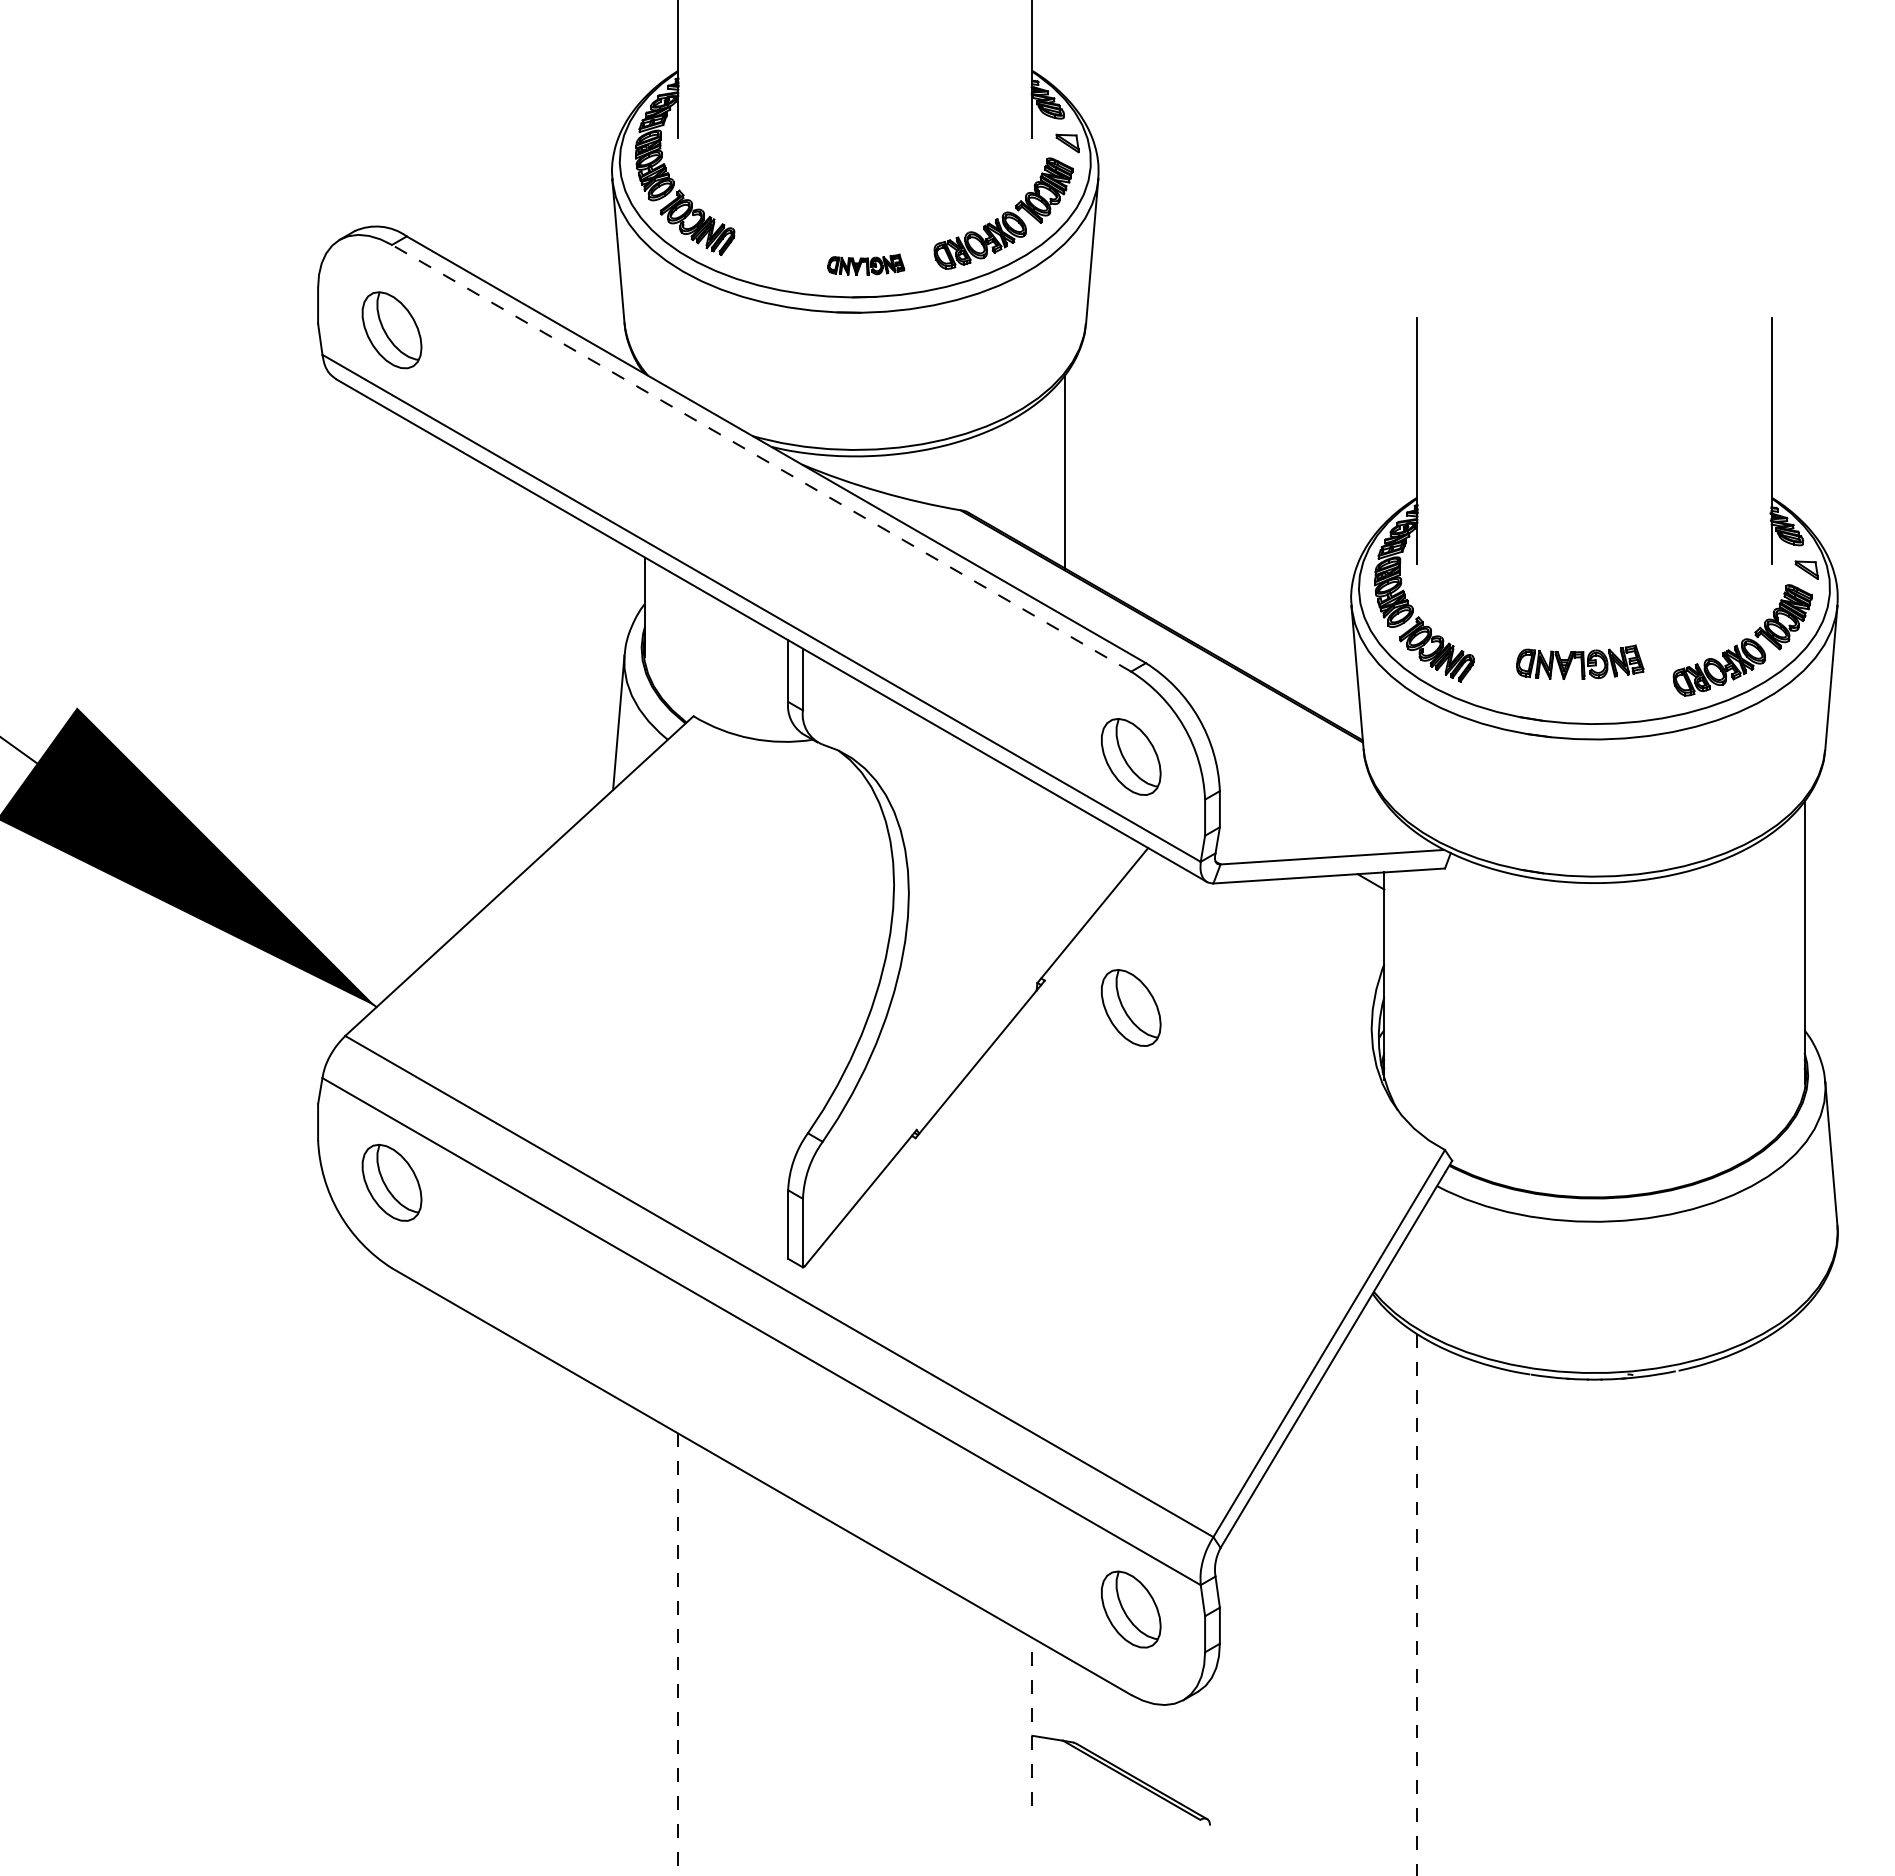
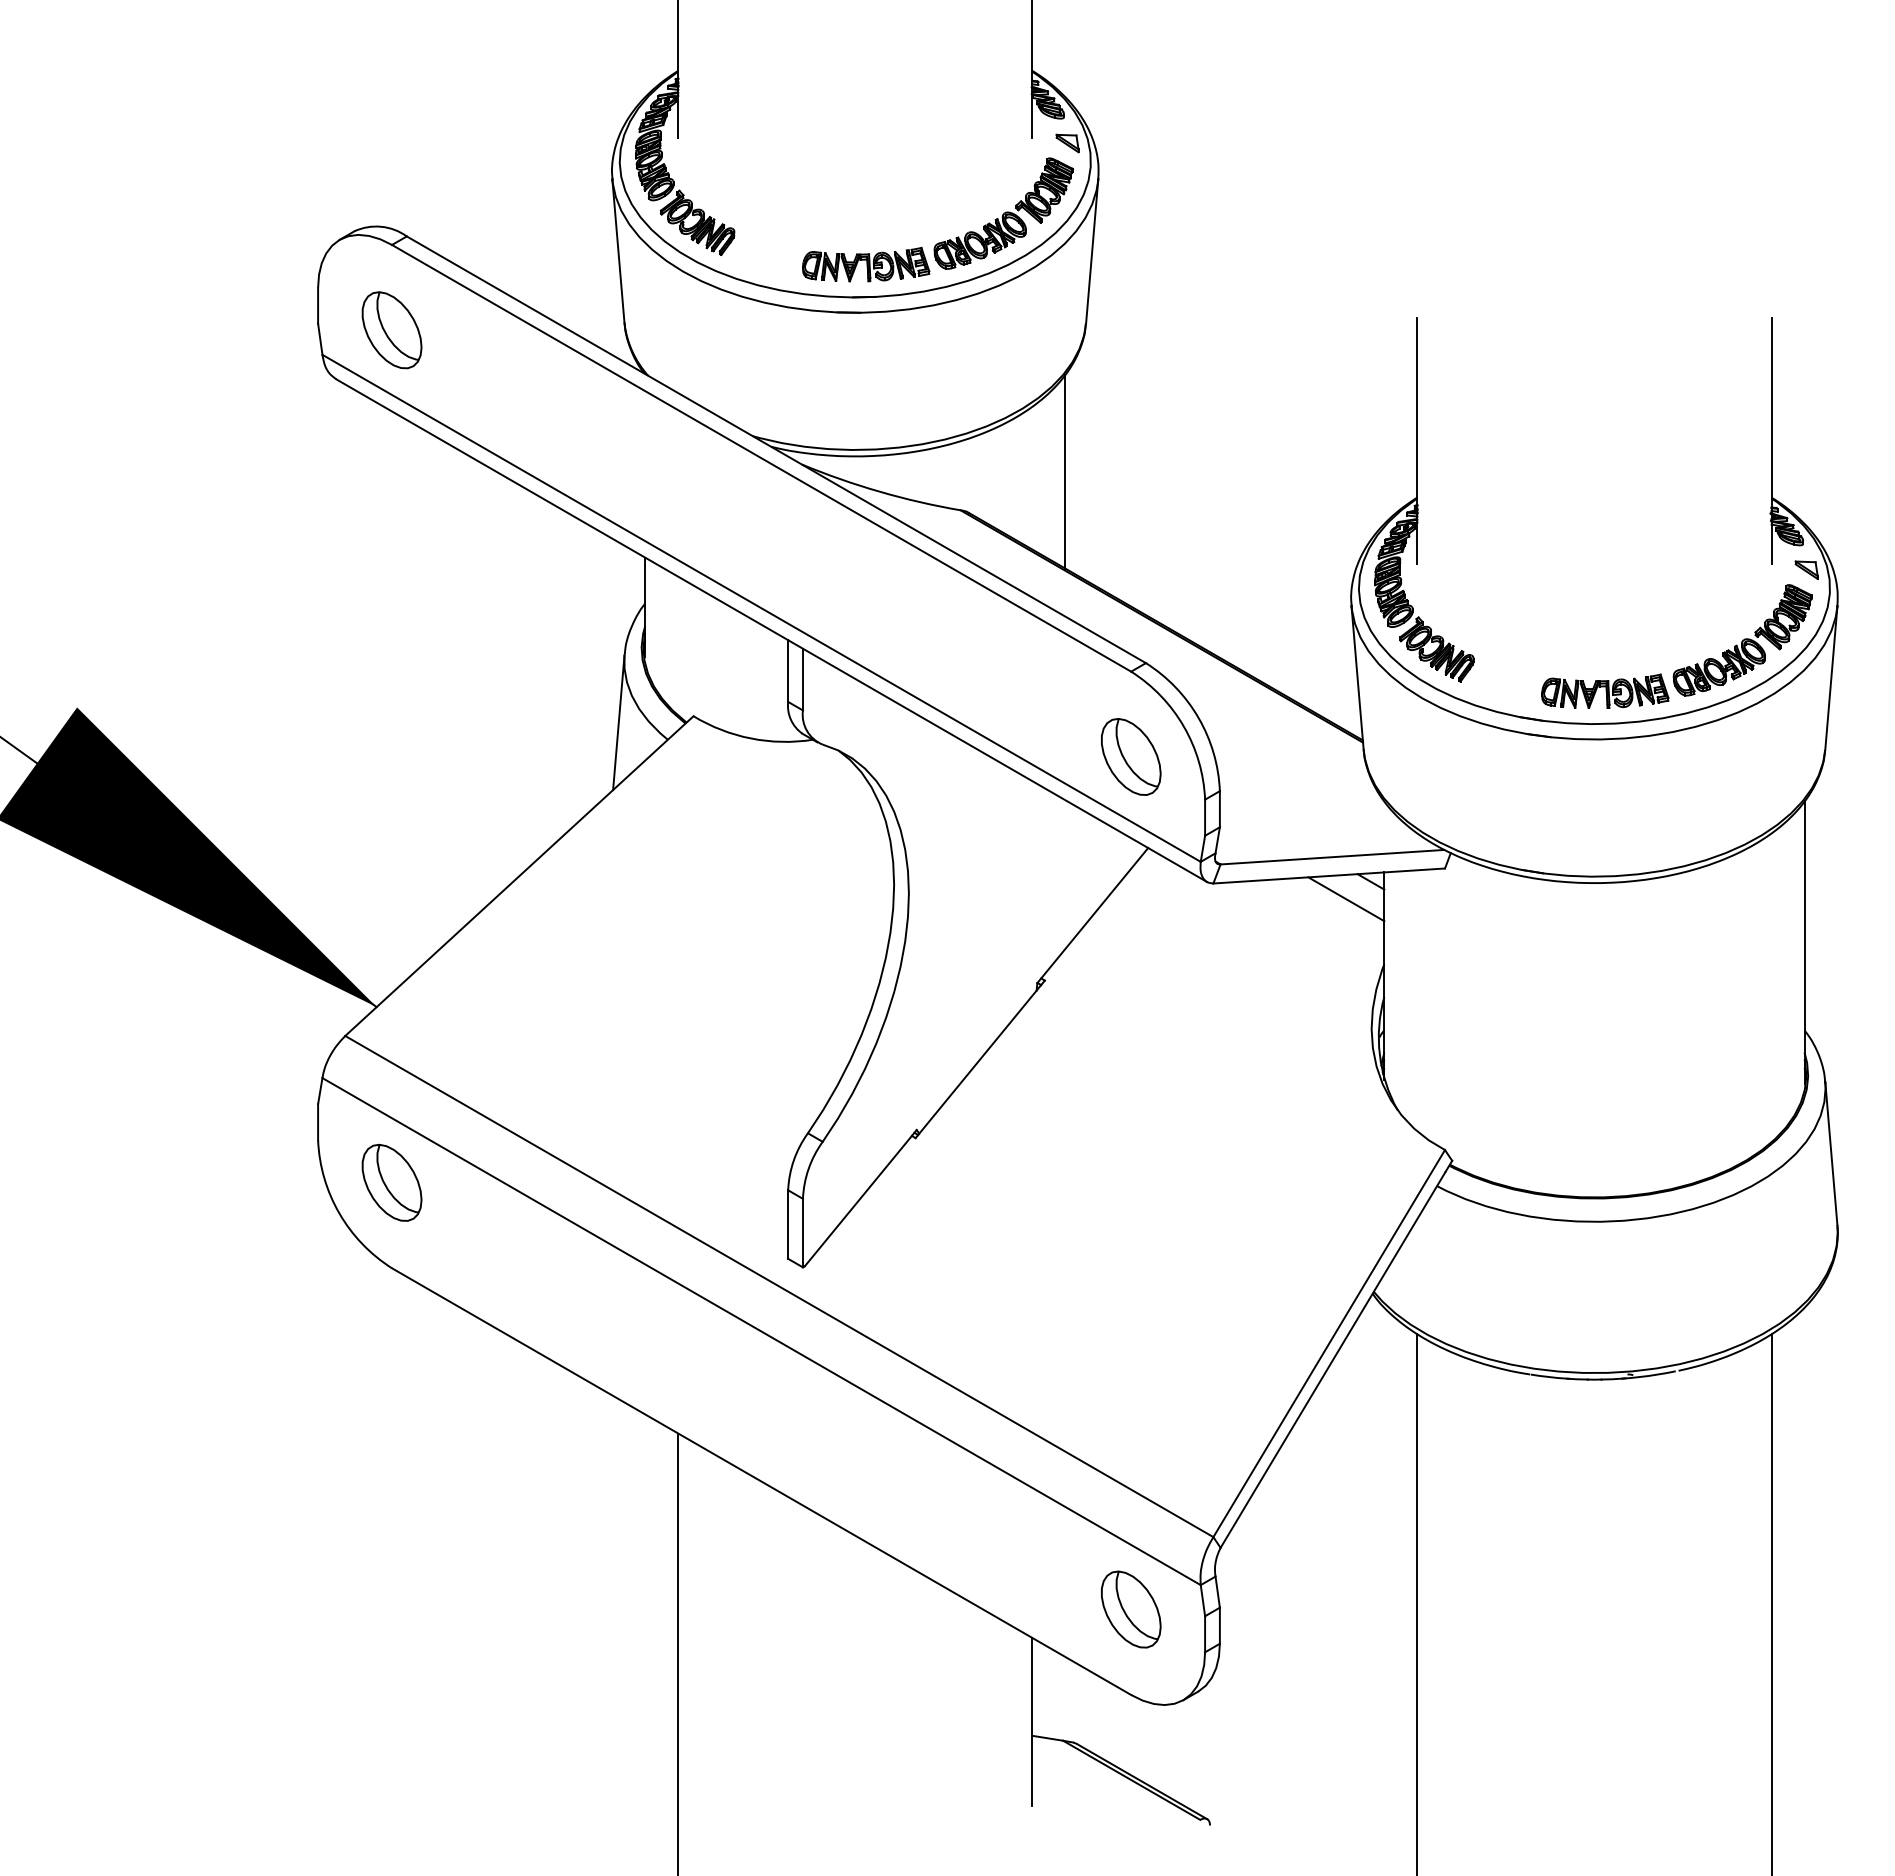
part at (866, 264) size: 79x23 px -> 129x36 px
line at (761, 458): dashed -> solid
part at (1580, 661) position: (1580, 661) -> (1605, 690)
line at (1346, 899): none -> present
part at (1131, 1007): present -> none
line at (1771, 1603): none -> present
line at (1417, 1605): dashed -> solid
line at (678, 1654): dashed -> solid
line at (1032, 1721): dashed -> solid
